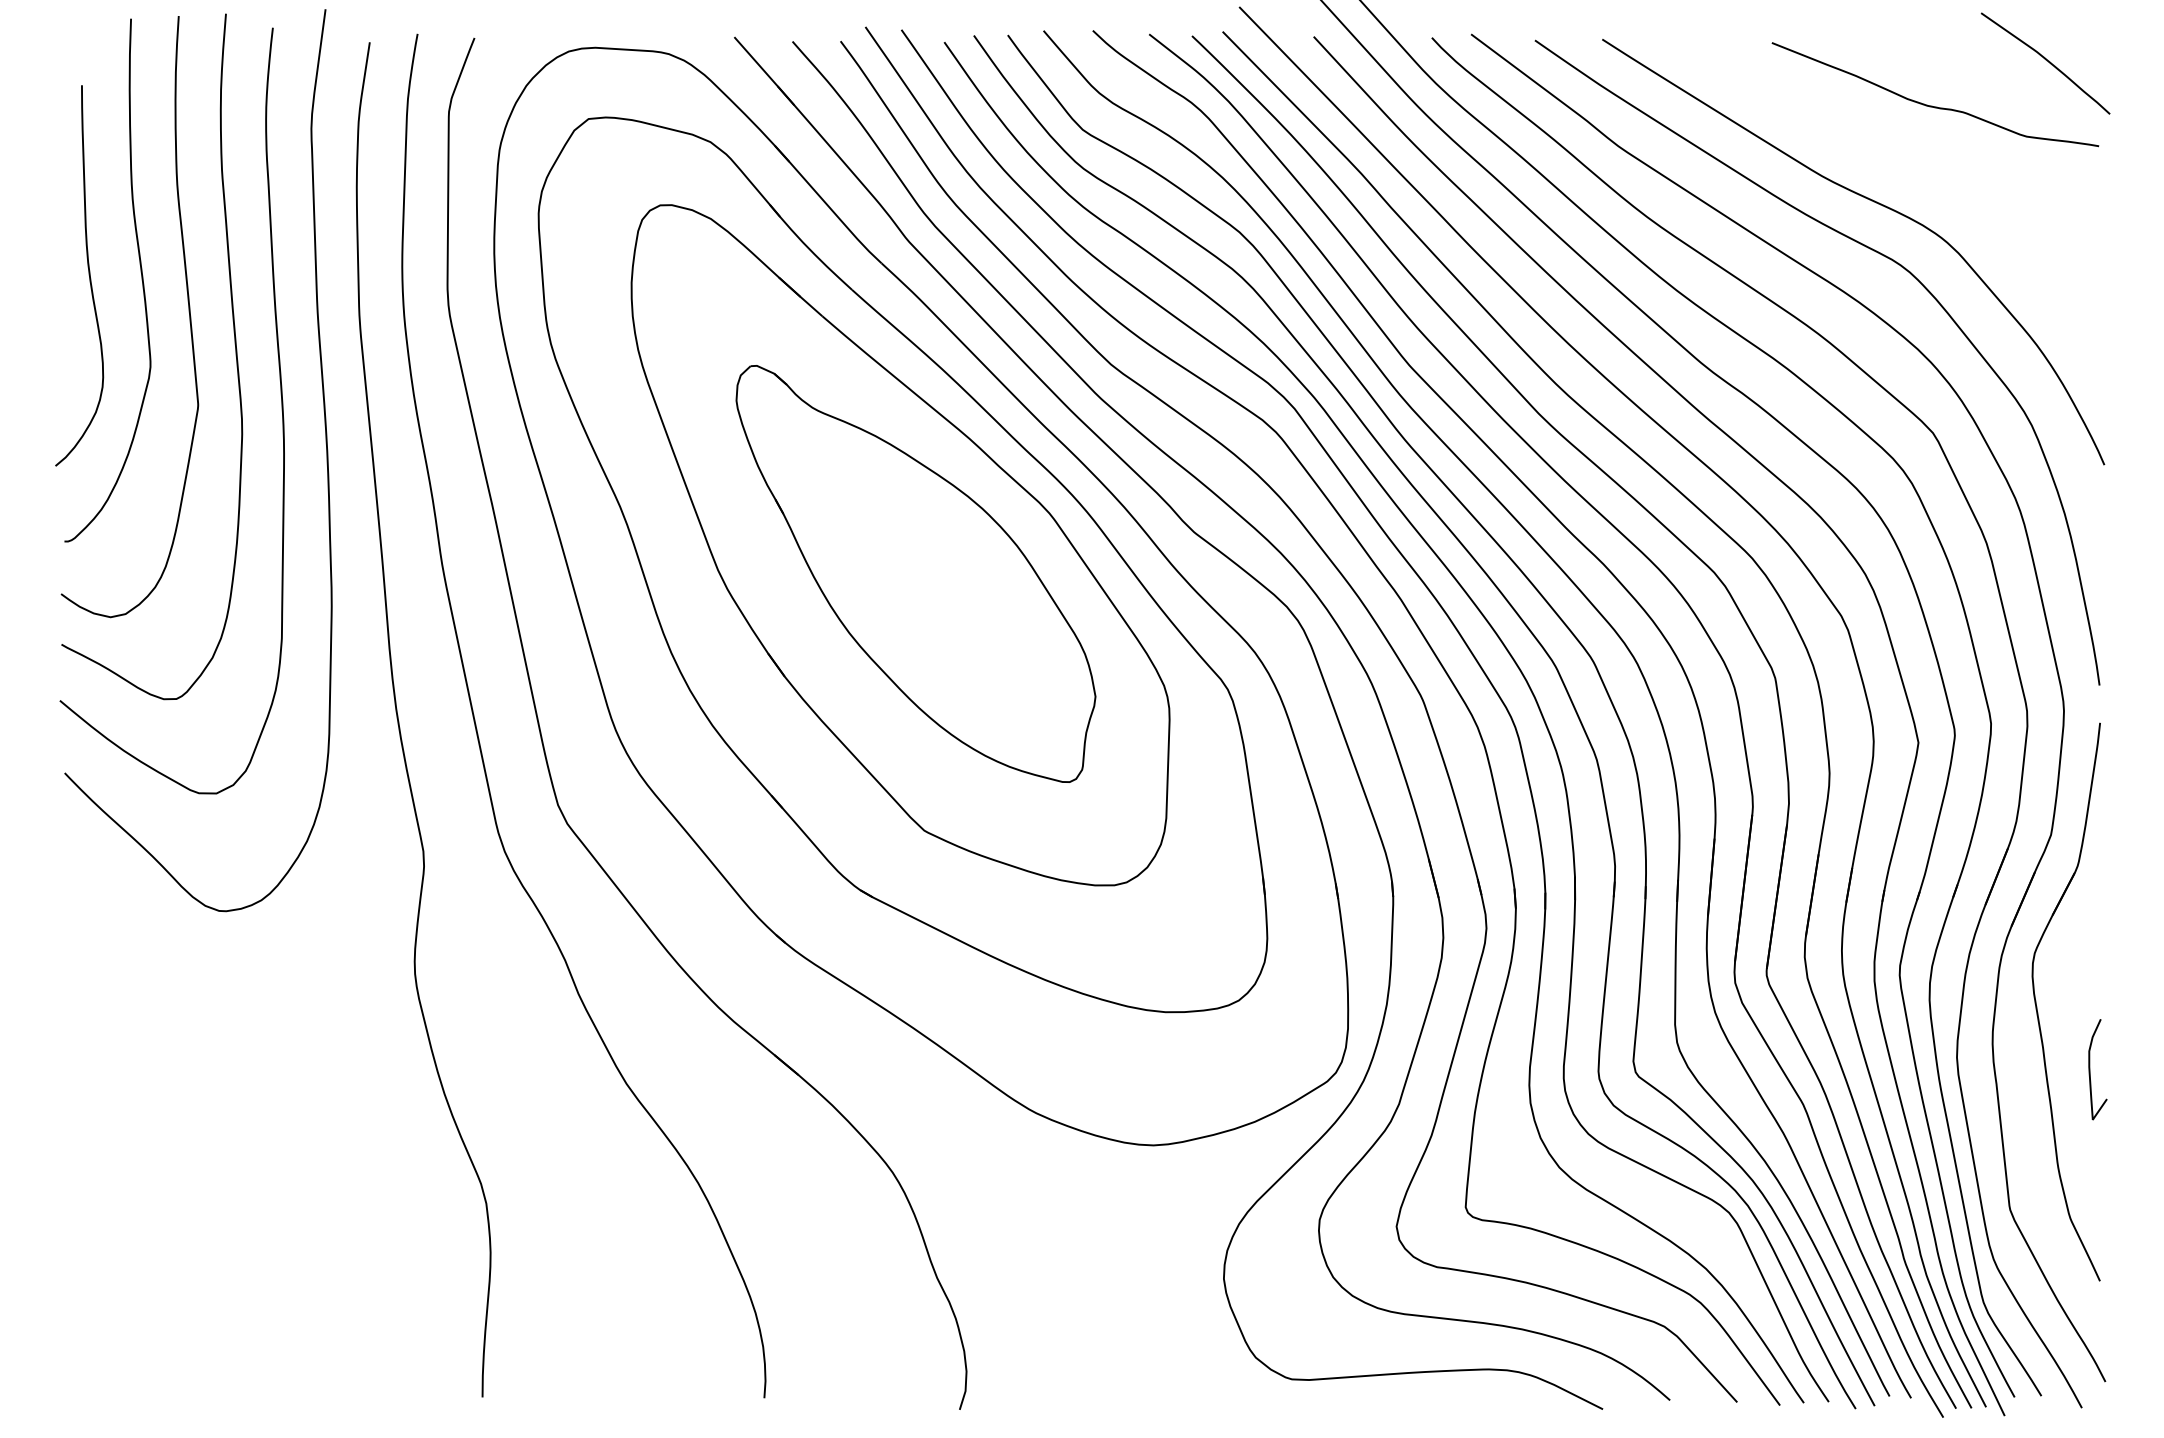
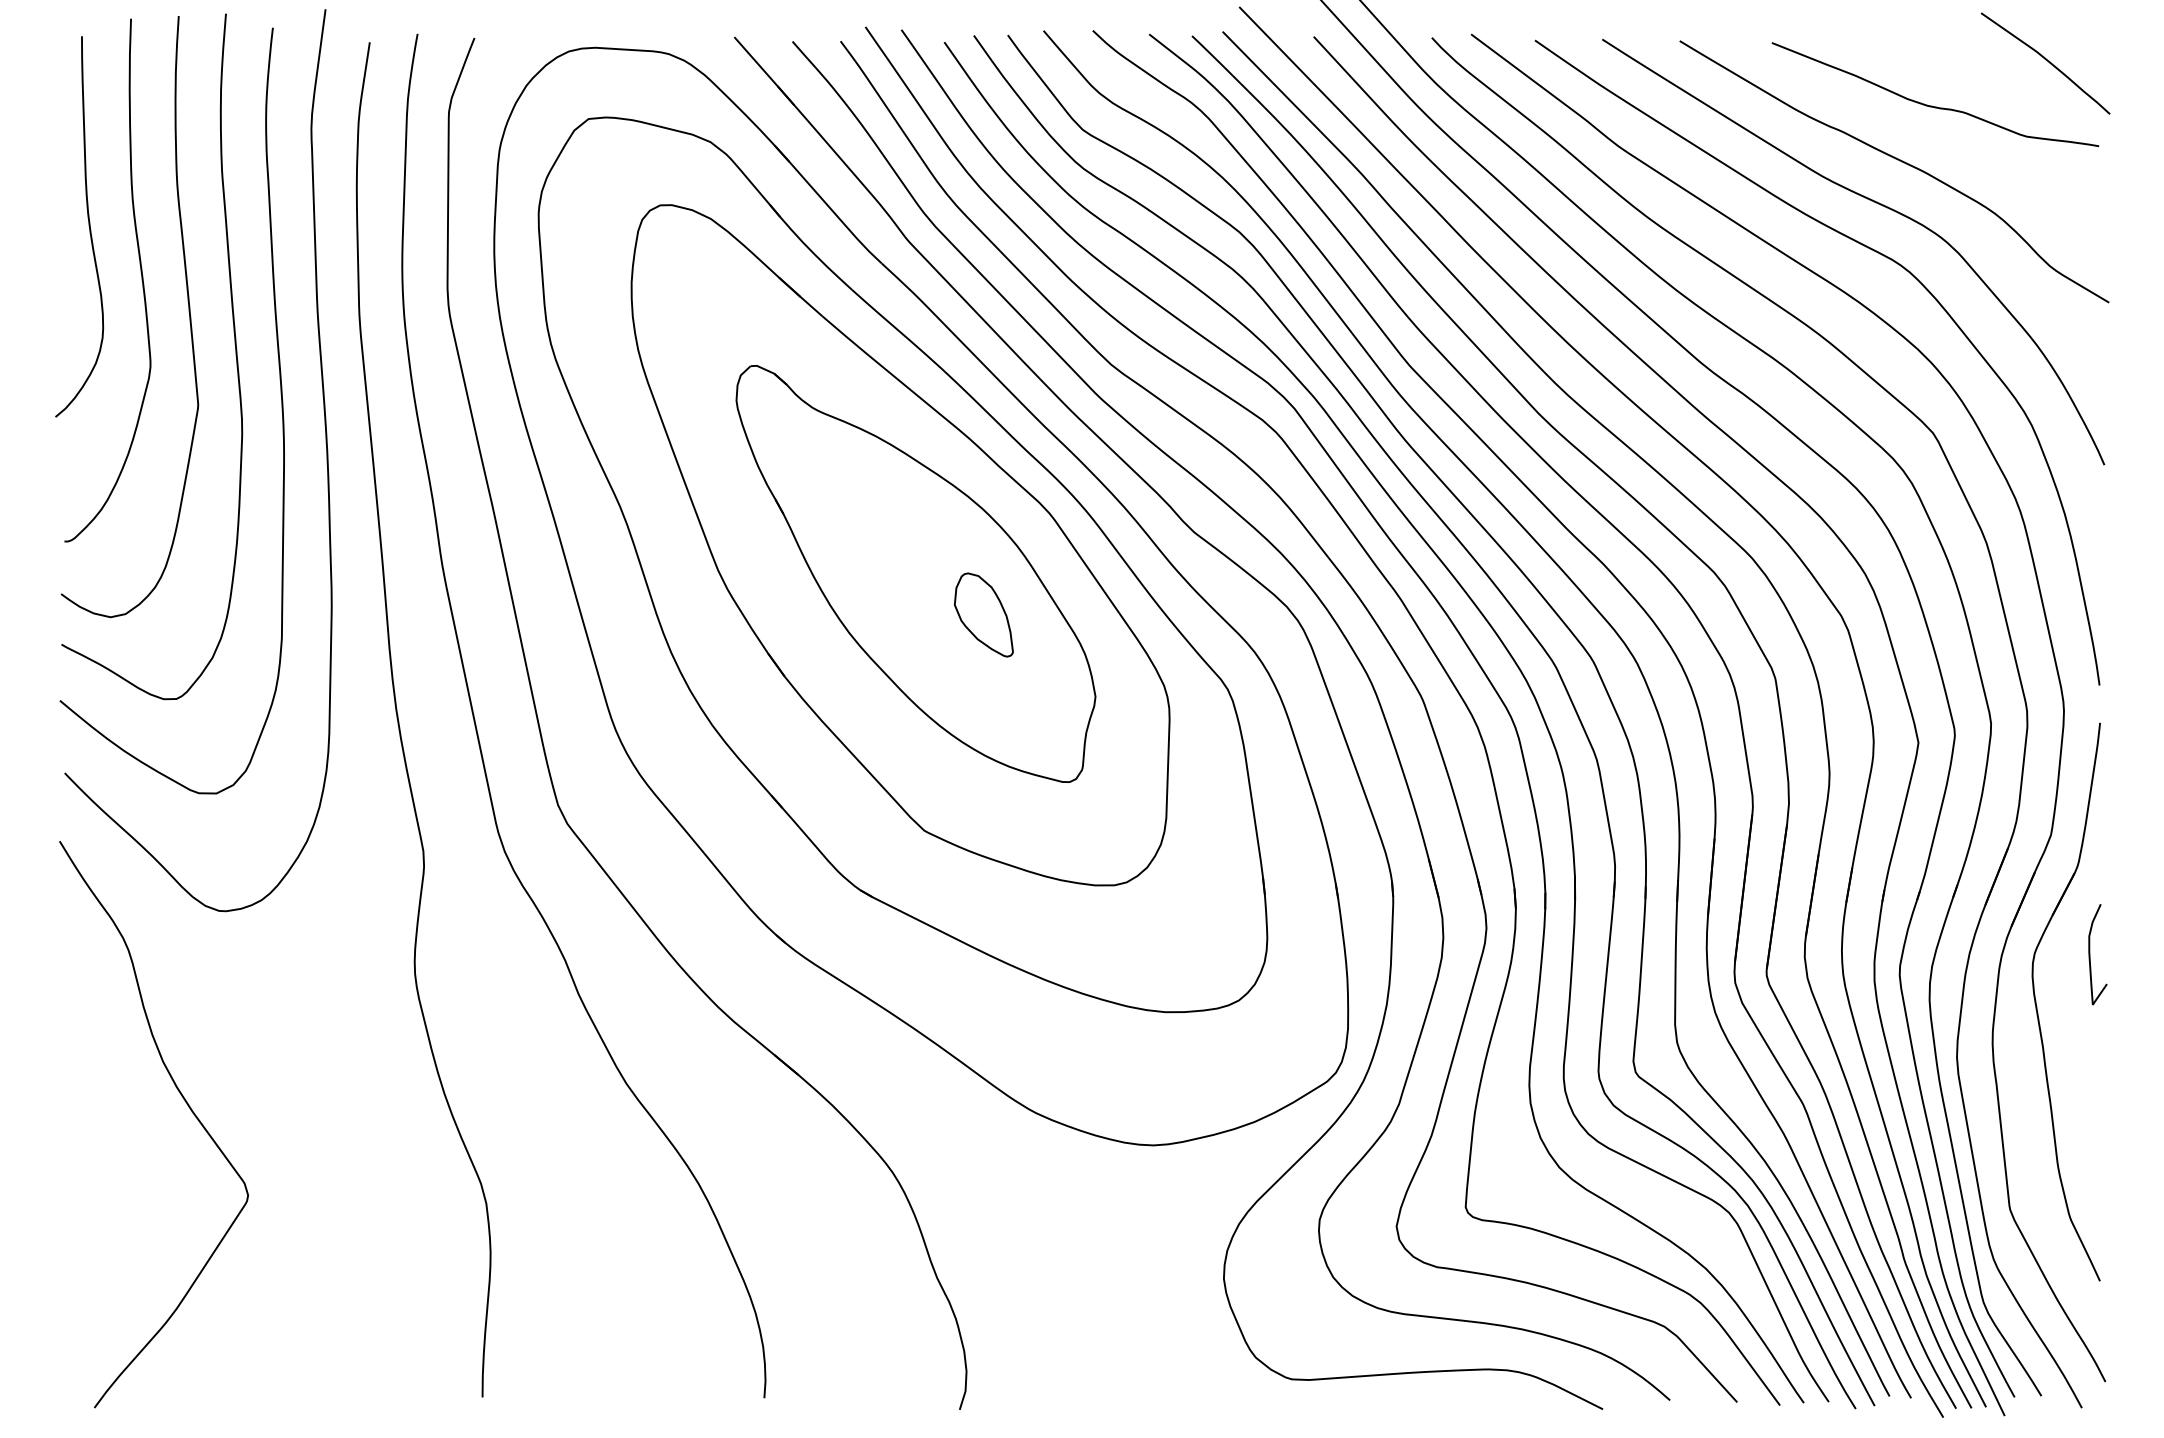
curve at (1899, 161): none -> present
curve at (88, 275) position: (88, 275) -> (88, 226)
part at (983, 614): none -> present
curve at (2090, 1069) position: (2090, 1069) -> (2090, 954)
curve at (186, 1104): none -> present
